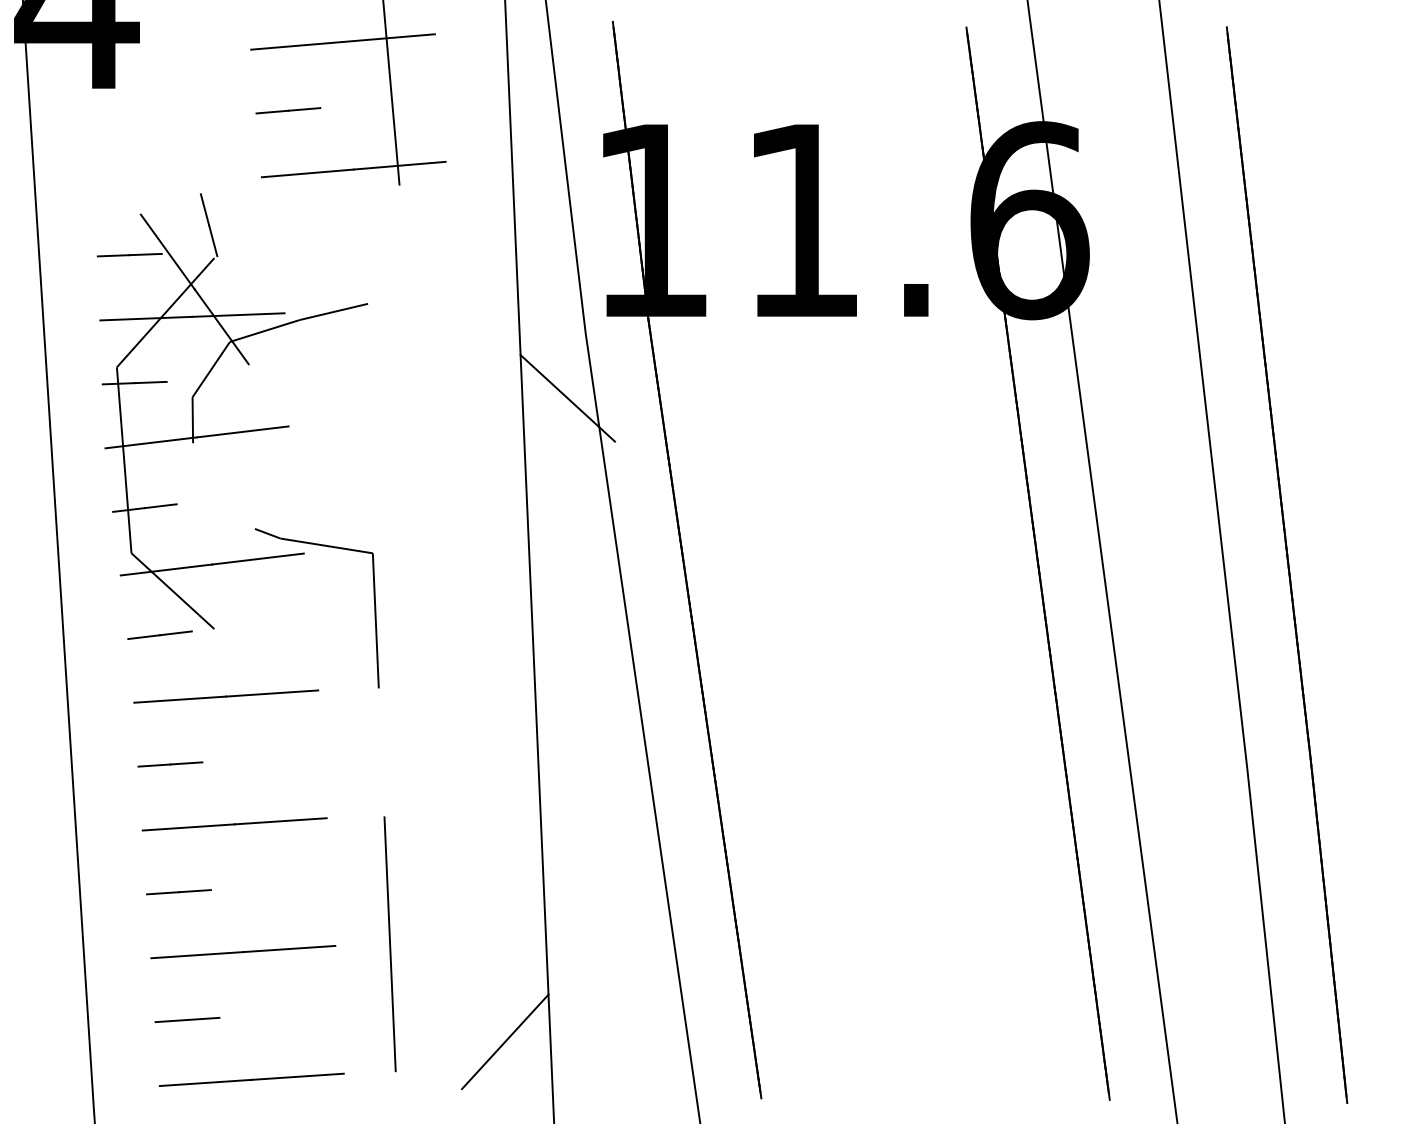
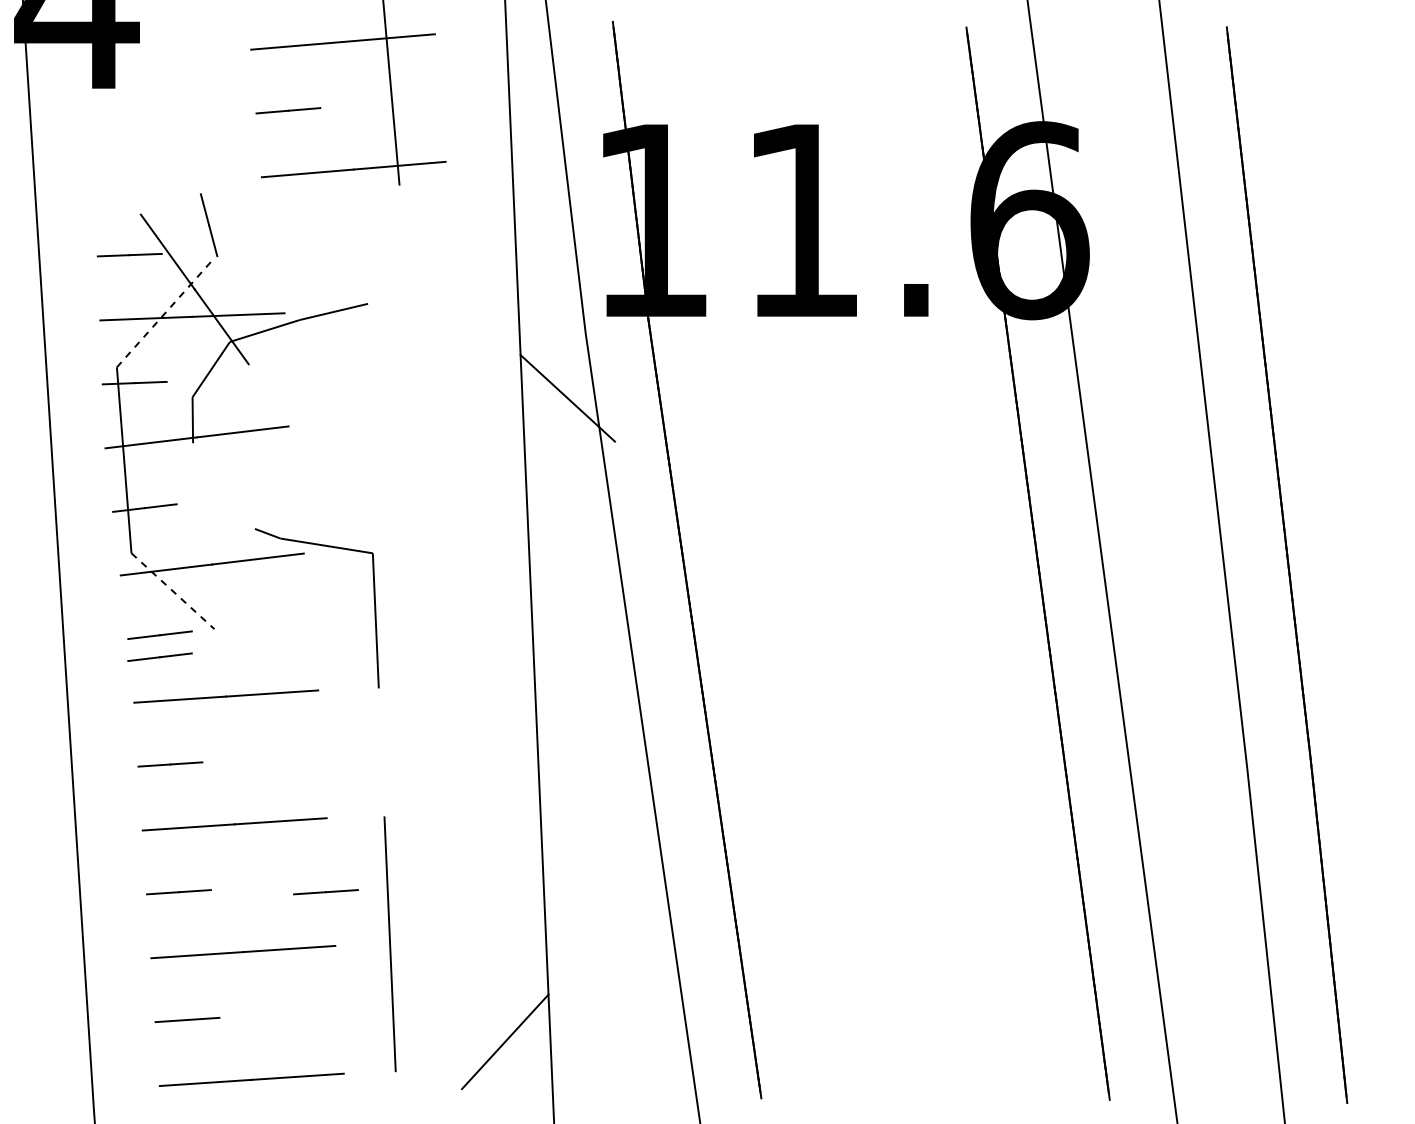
line at (165, 312): solid -> dashed
line at (173, 591): solid -> dashed
line at (159, 656): none -> present
line at (325, 892): none -> present
